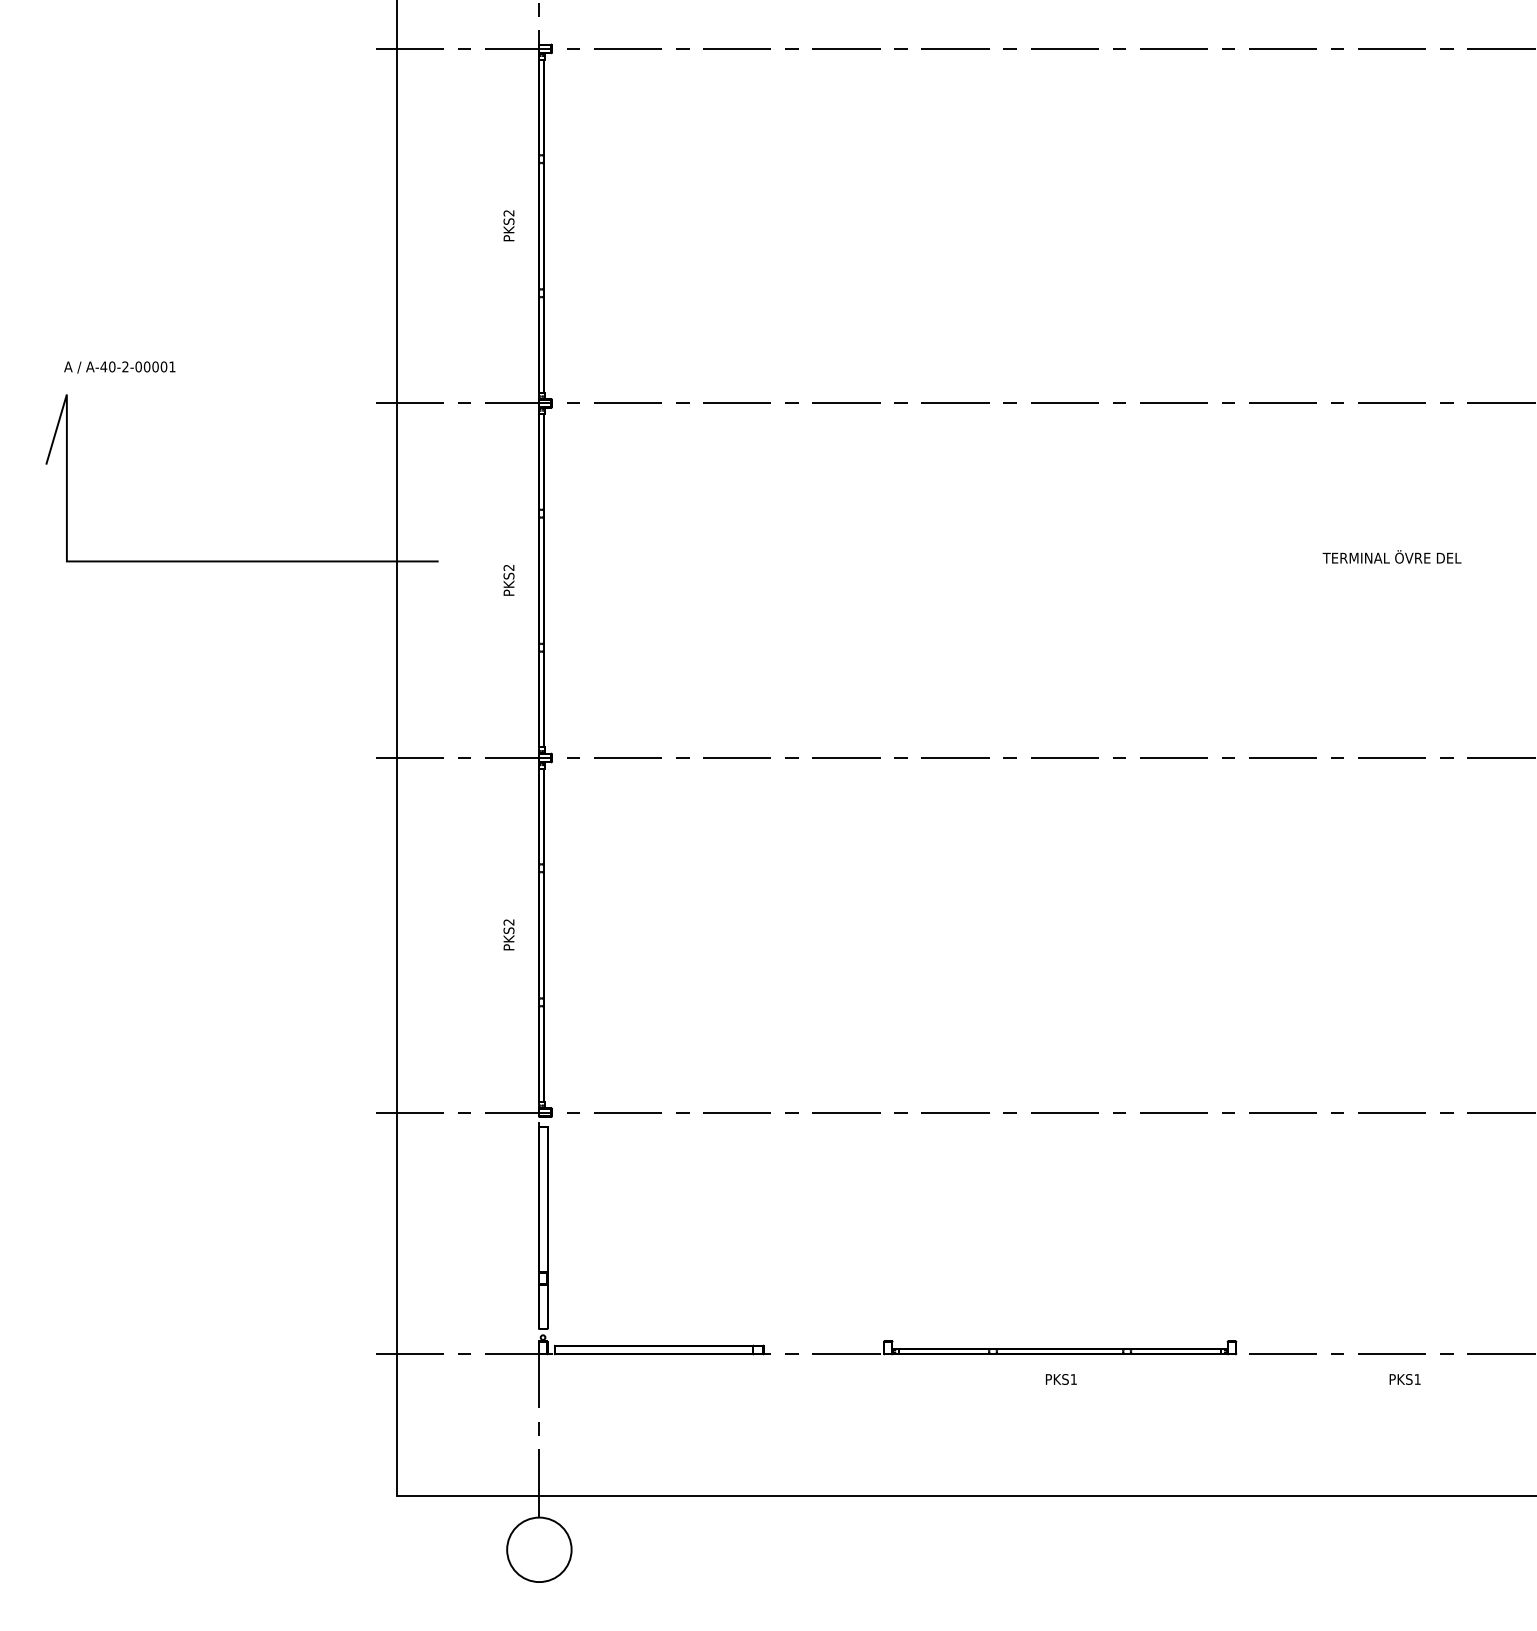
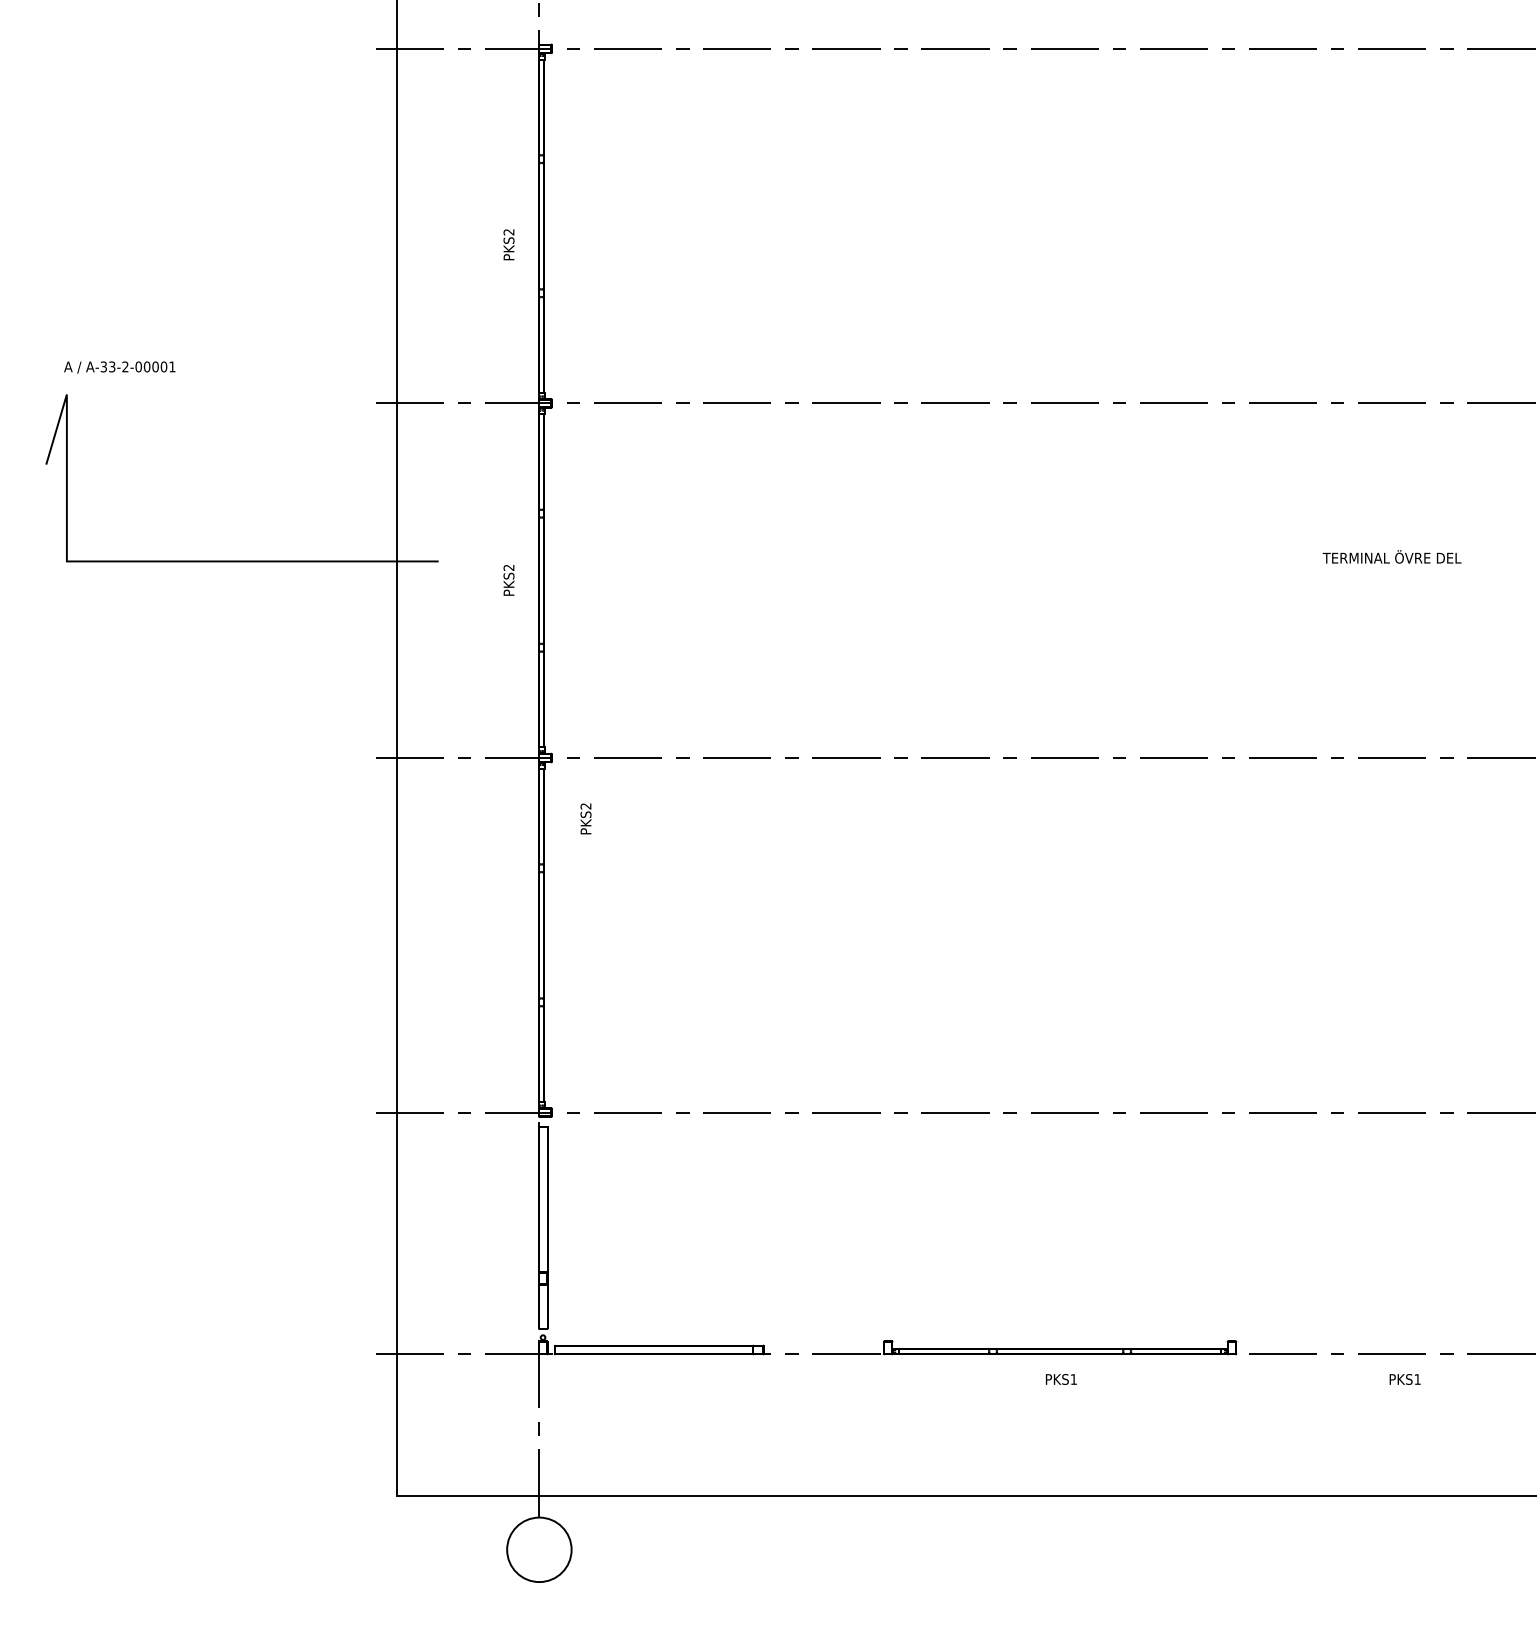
text at (508, 225) position: (508, 225) -> (508, 244)
text at (107, 366): A-40-2-00001 -> A-33-2-00001
text at (508, 934) position: (508, 934) -> (585, 818)
